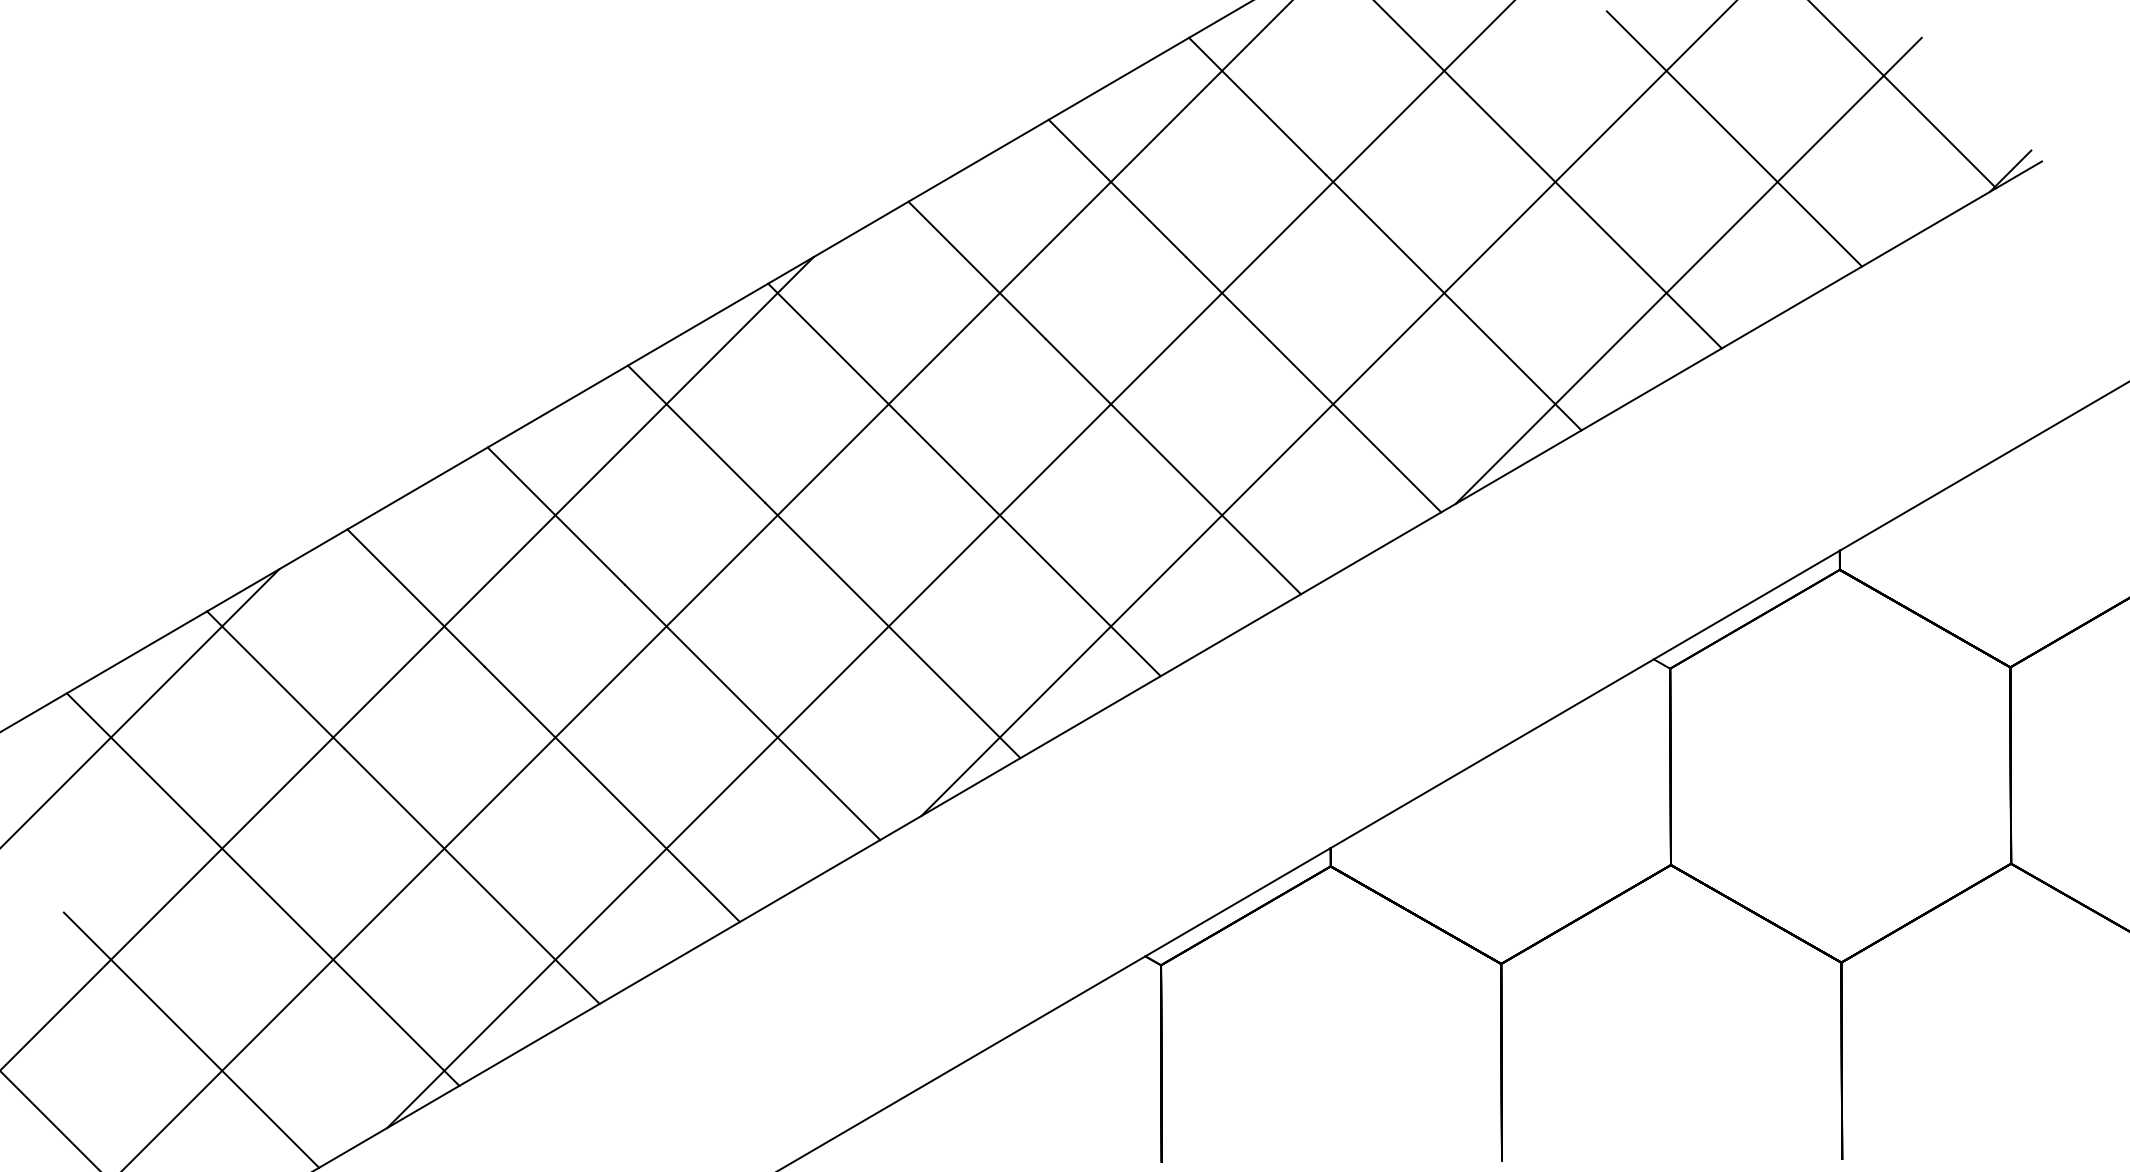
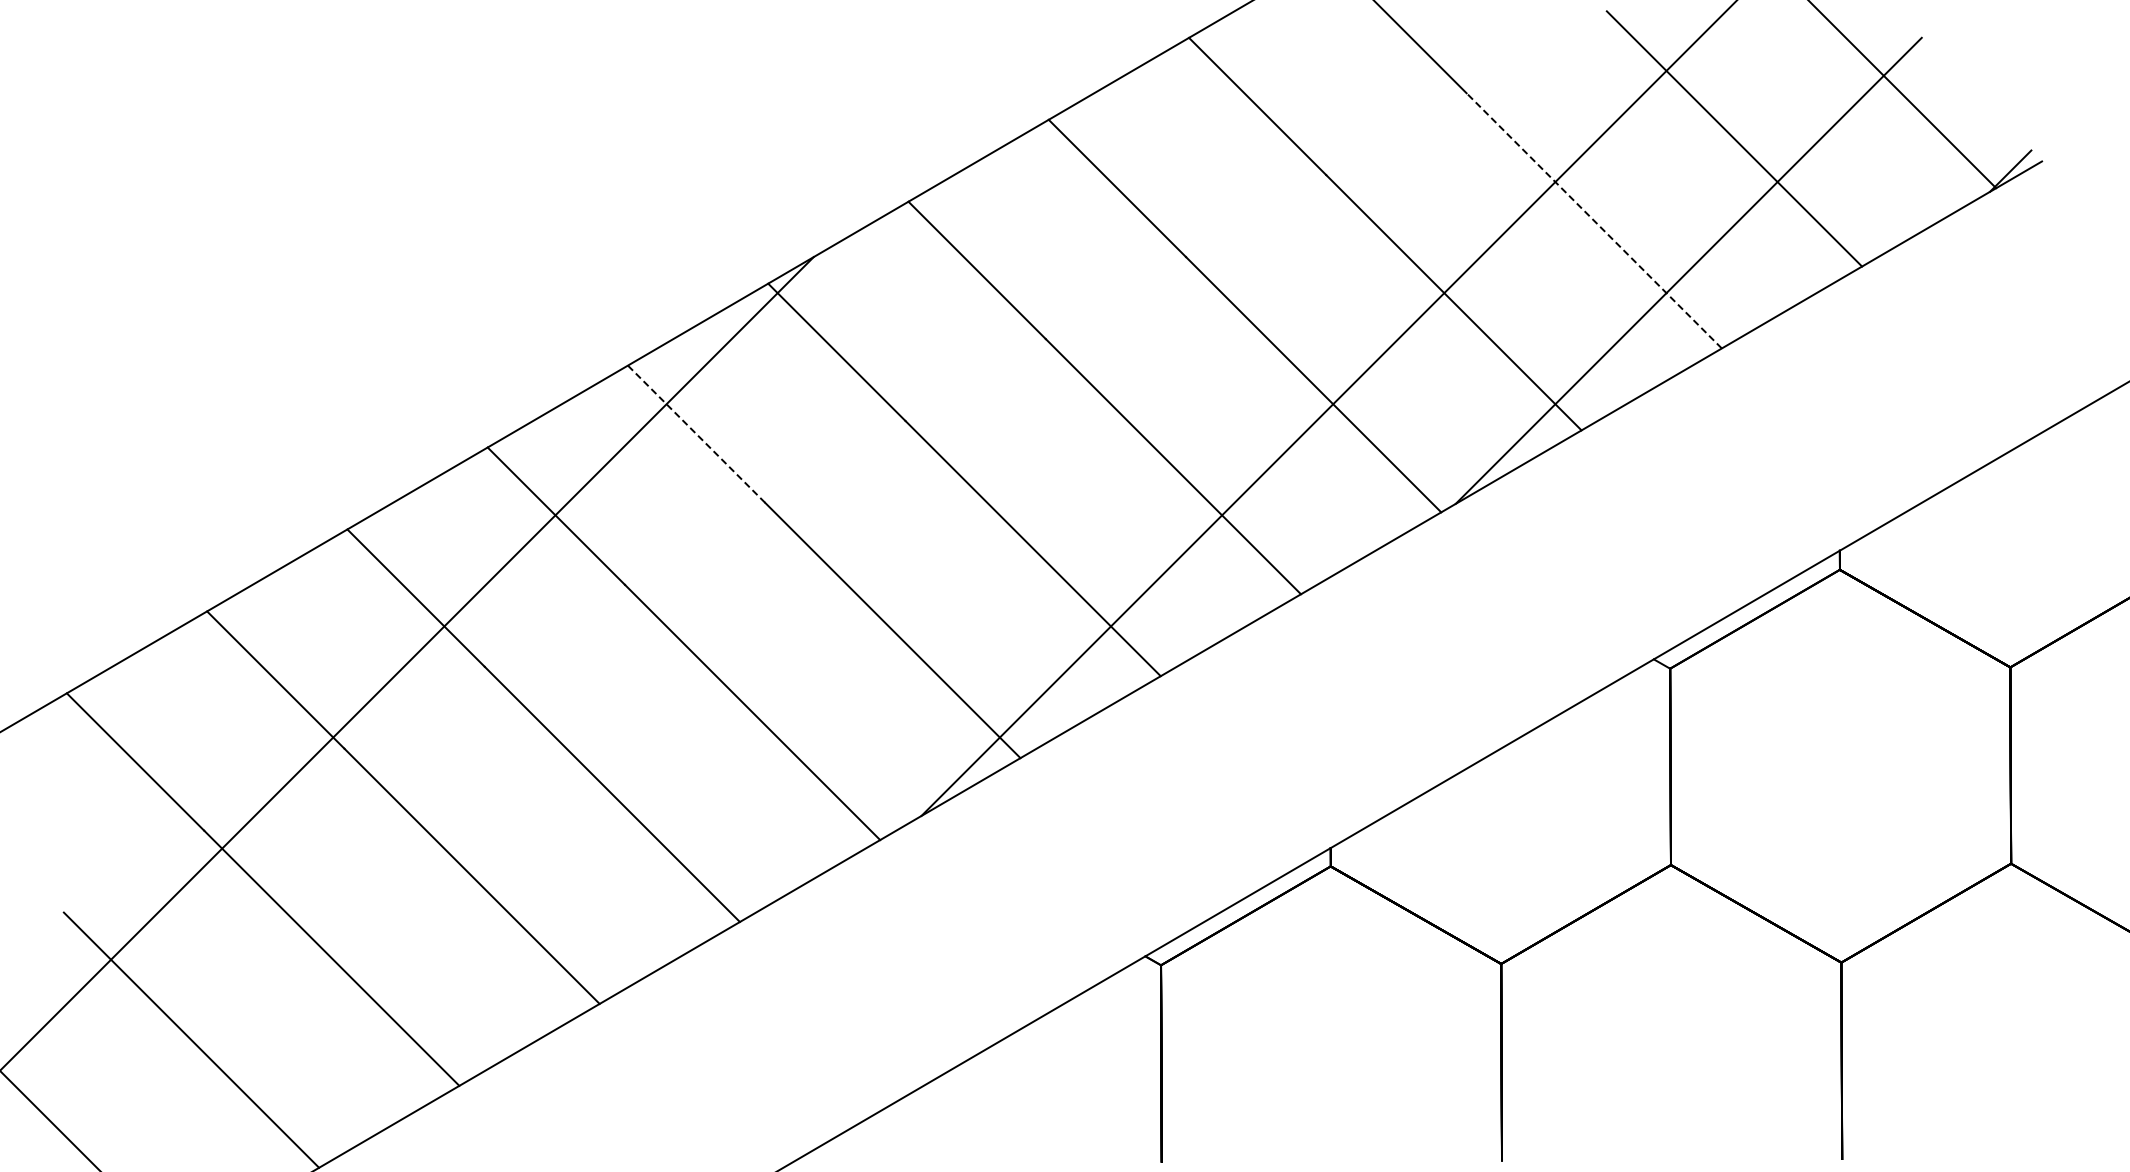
line at (1593, 220): solid -> dashed
line at (696, 433): solid -> dashed
line at (950, 565): present -> none
line at (707, 585): present -> none
line at (140, 707): present -> none
